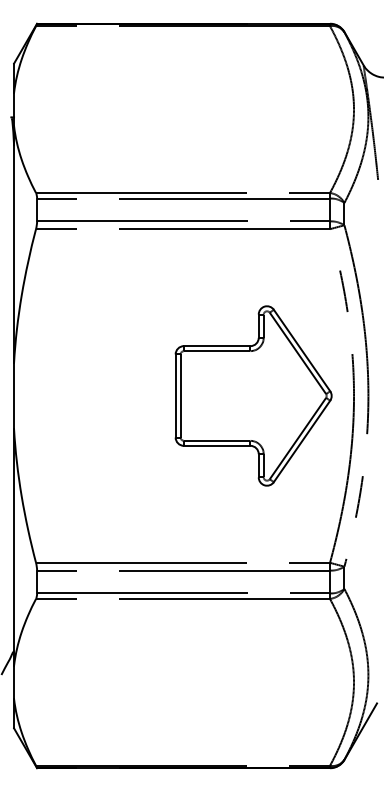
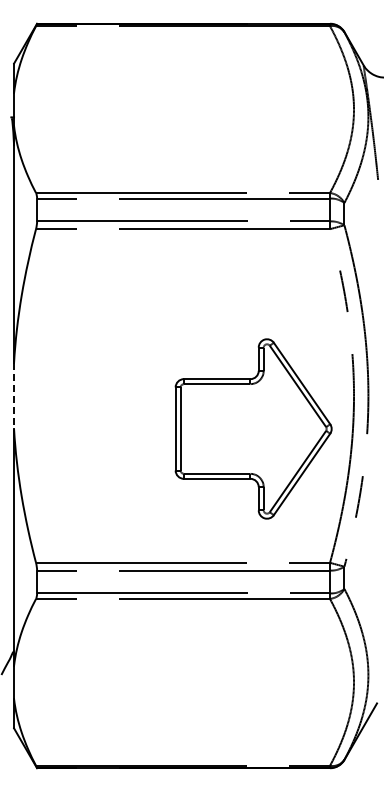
part at (253, 395) position: (253, 395) -> (253, 428)
line at (14, 396): solid -> dashed
